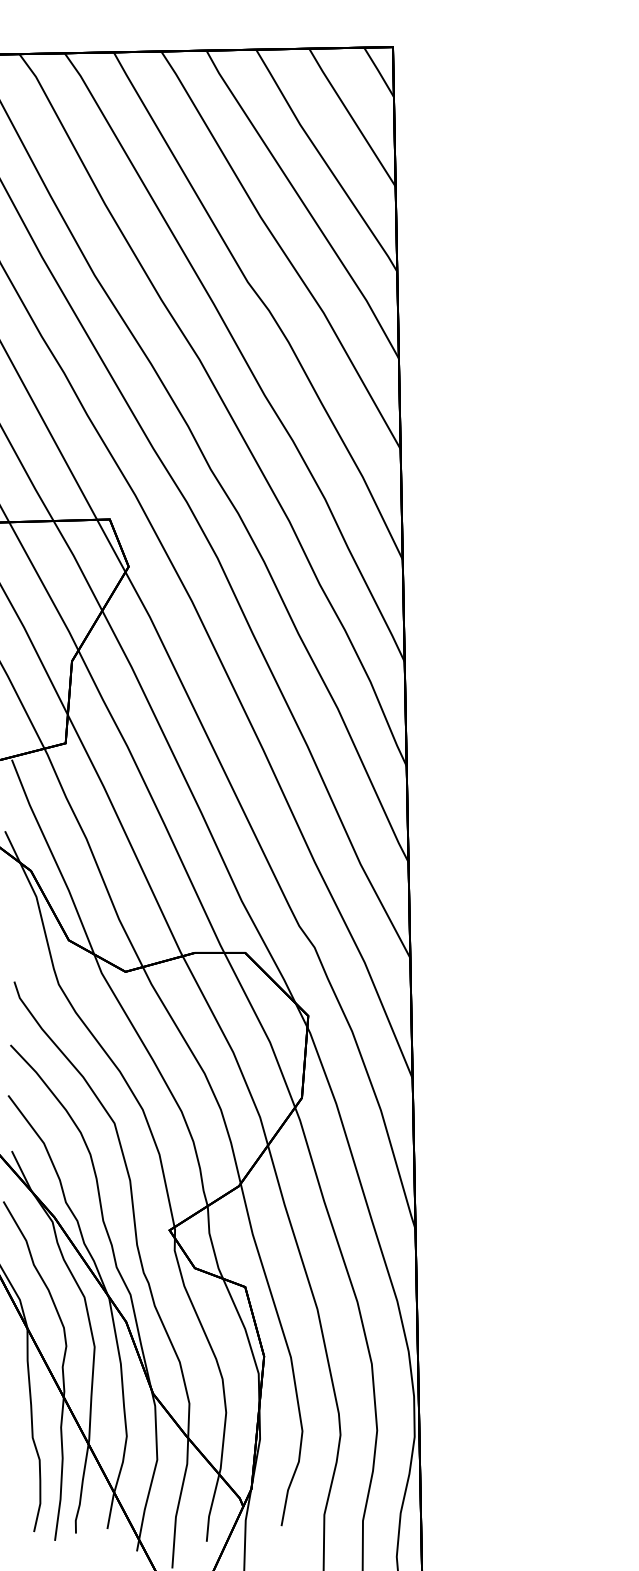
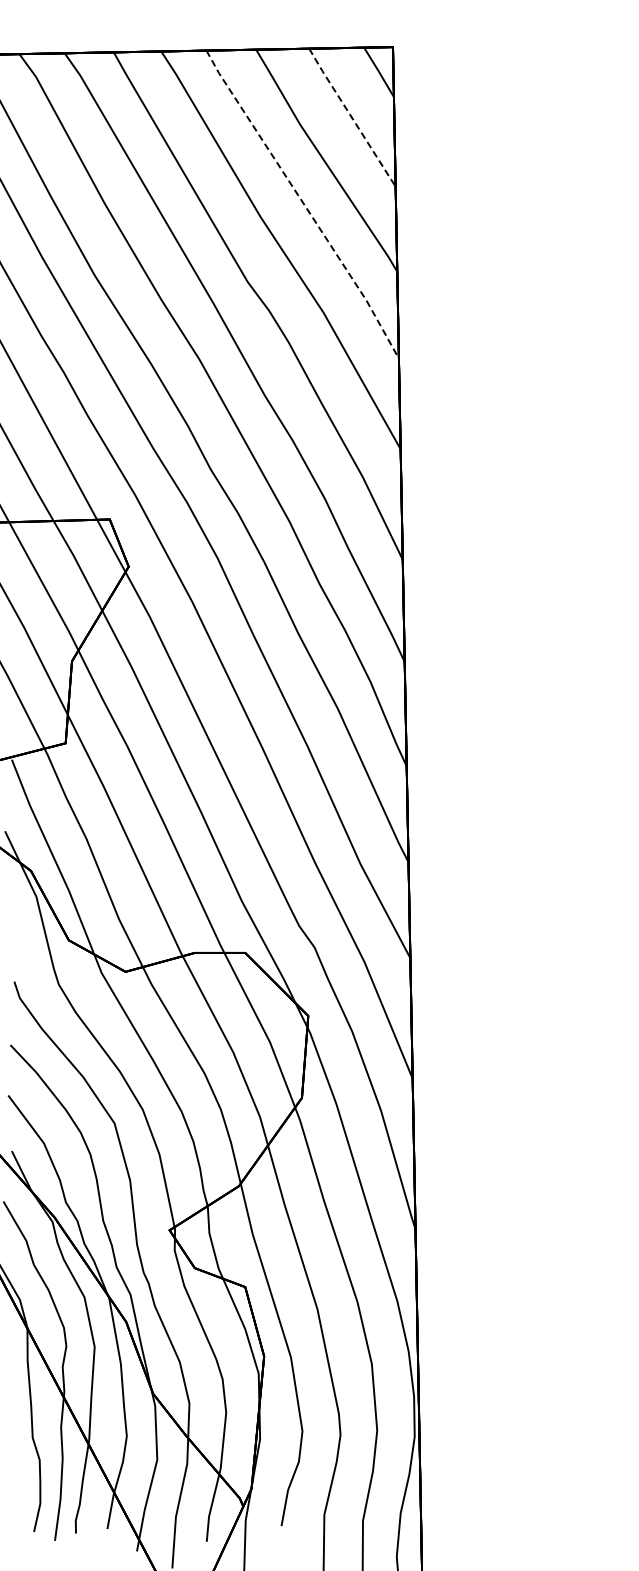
line at (351, 117): solid -> dashed
line at (303, 203): solid -> dashed
